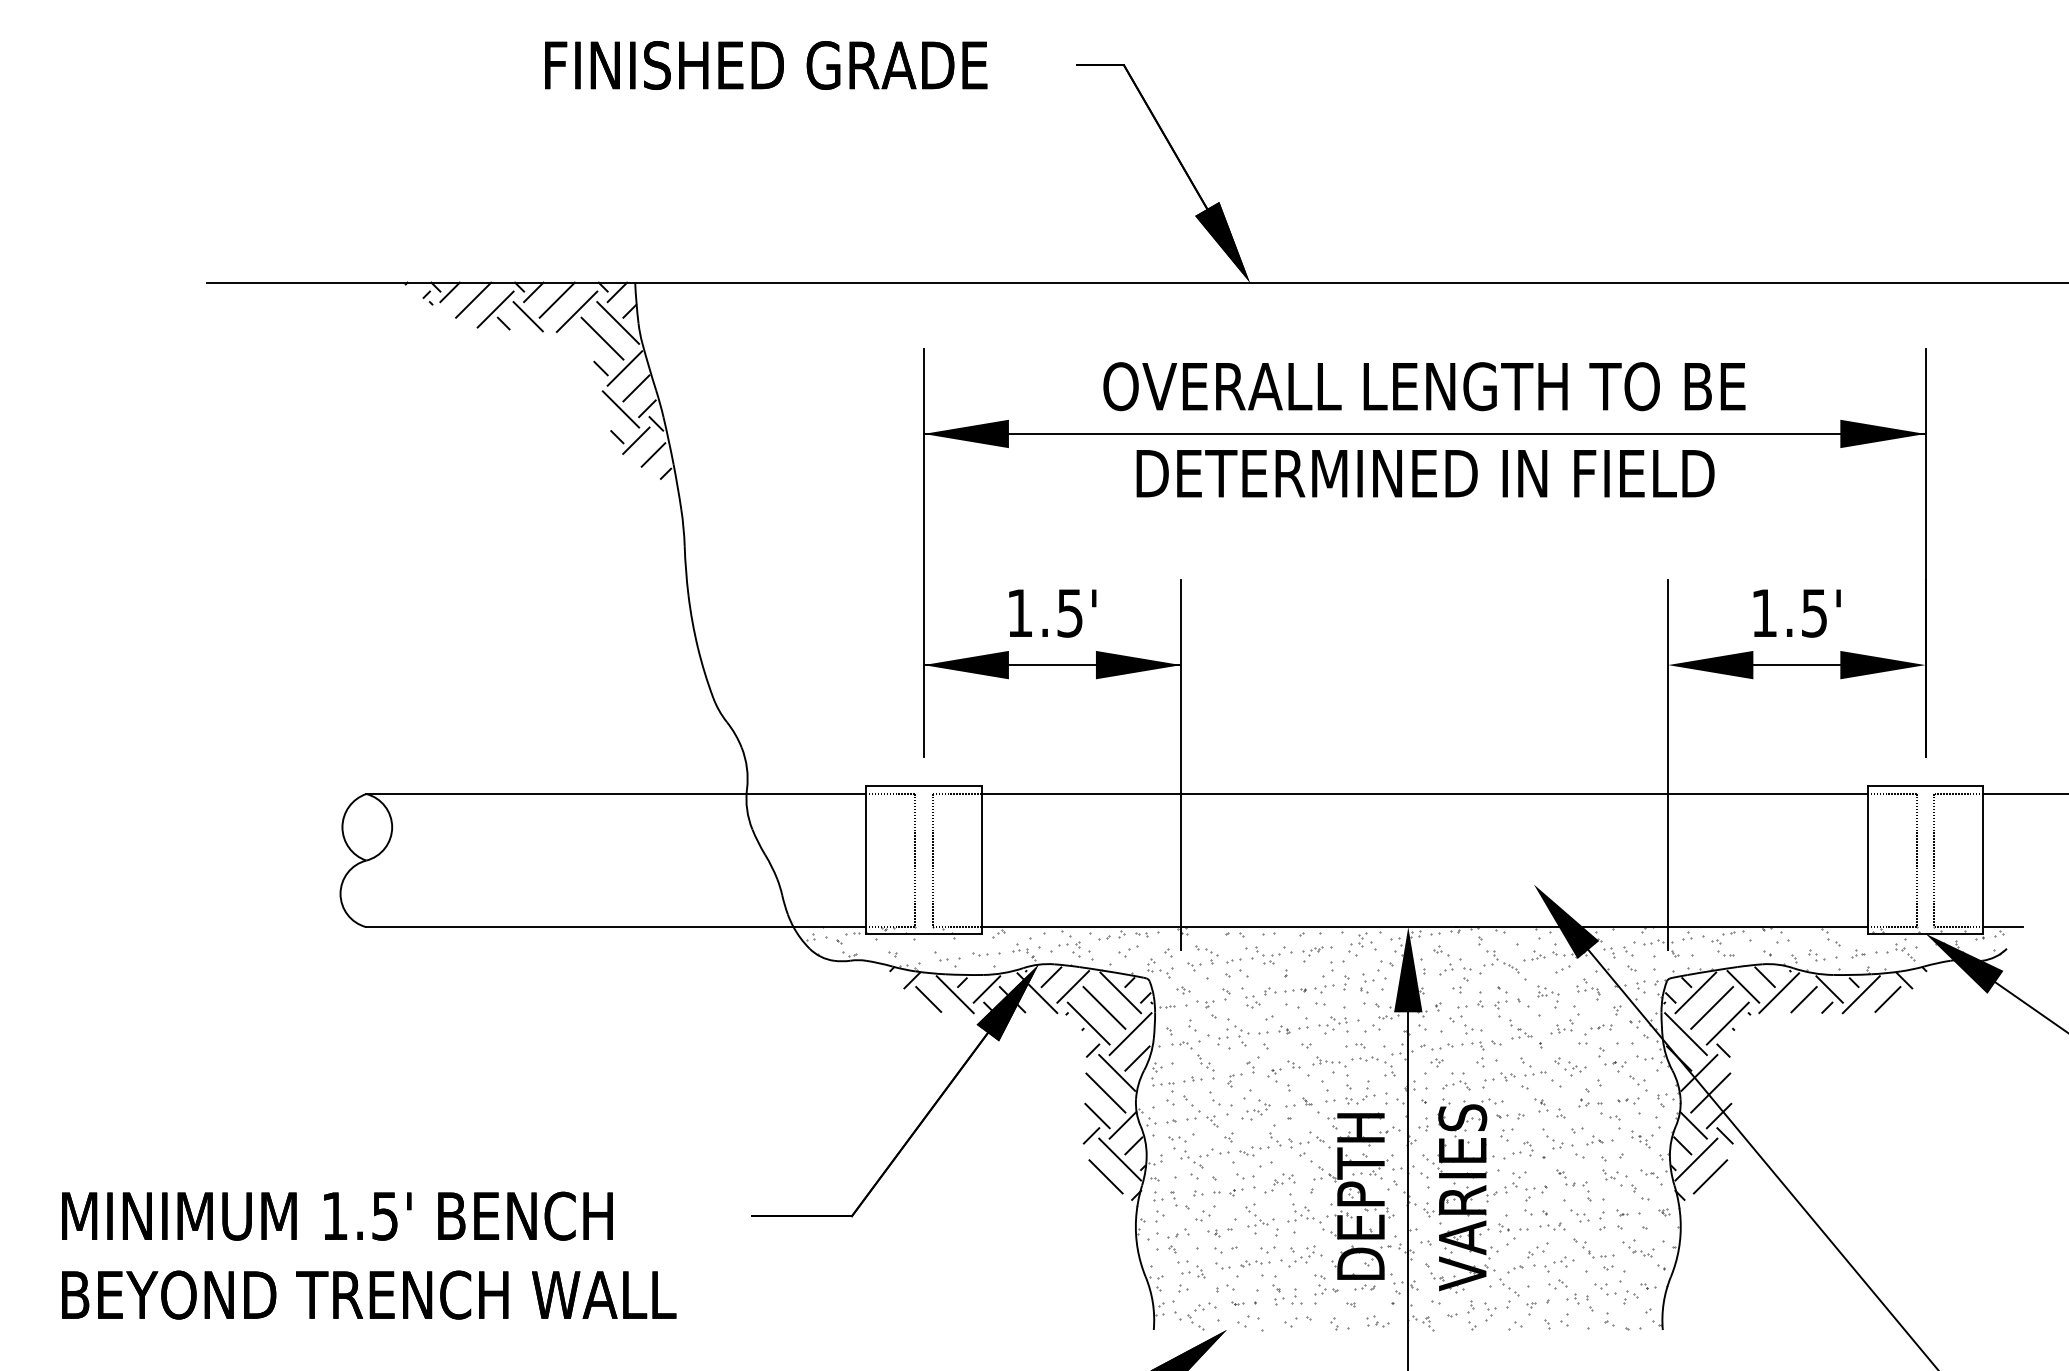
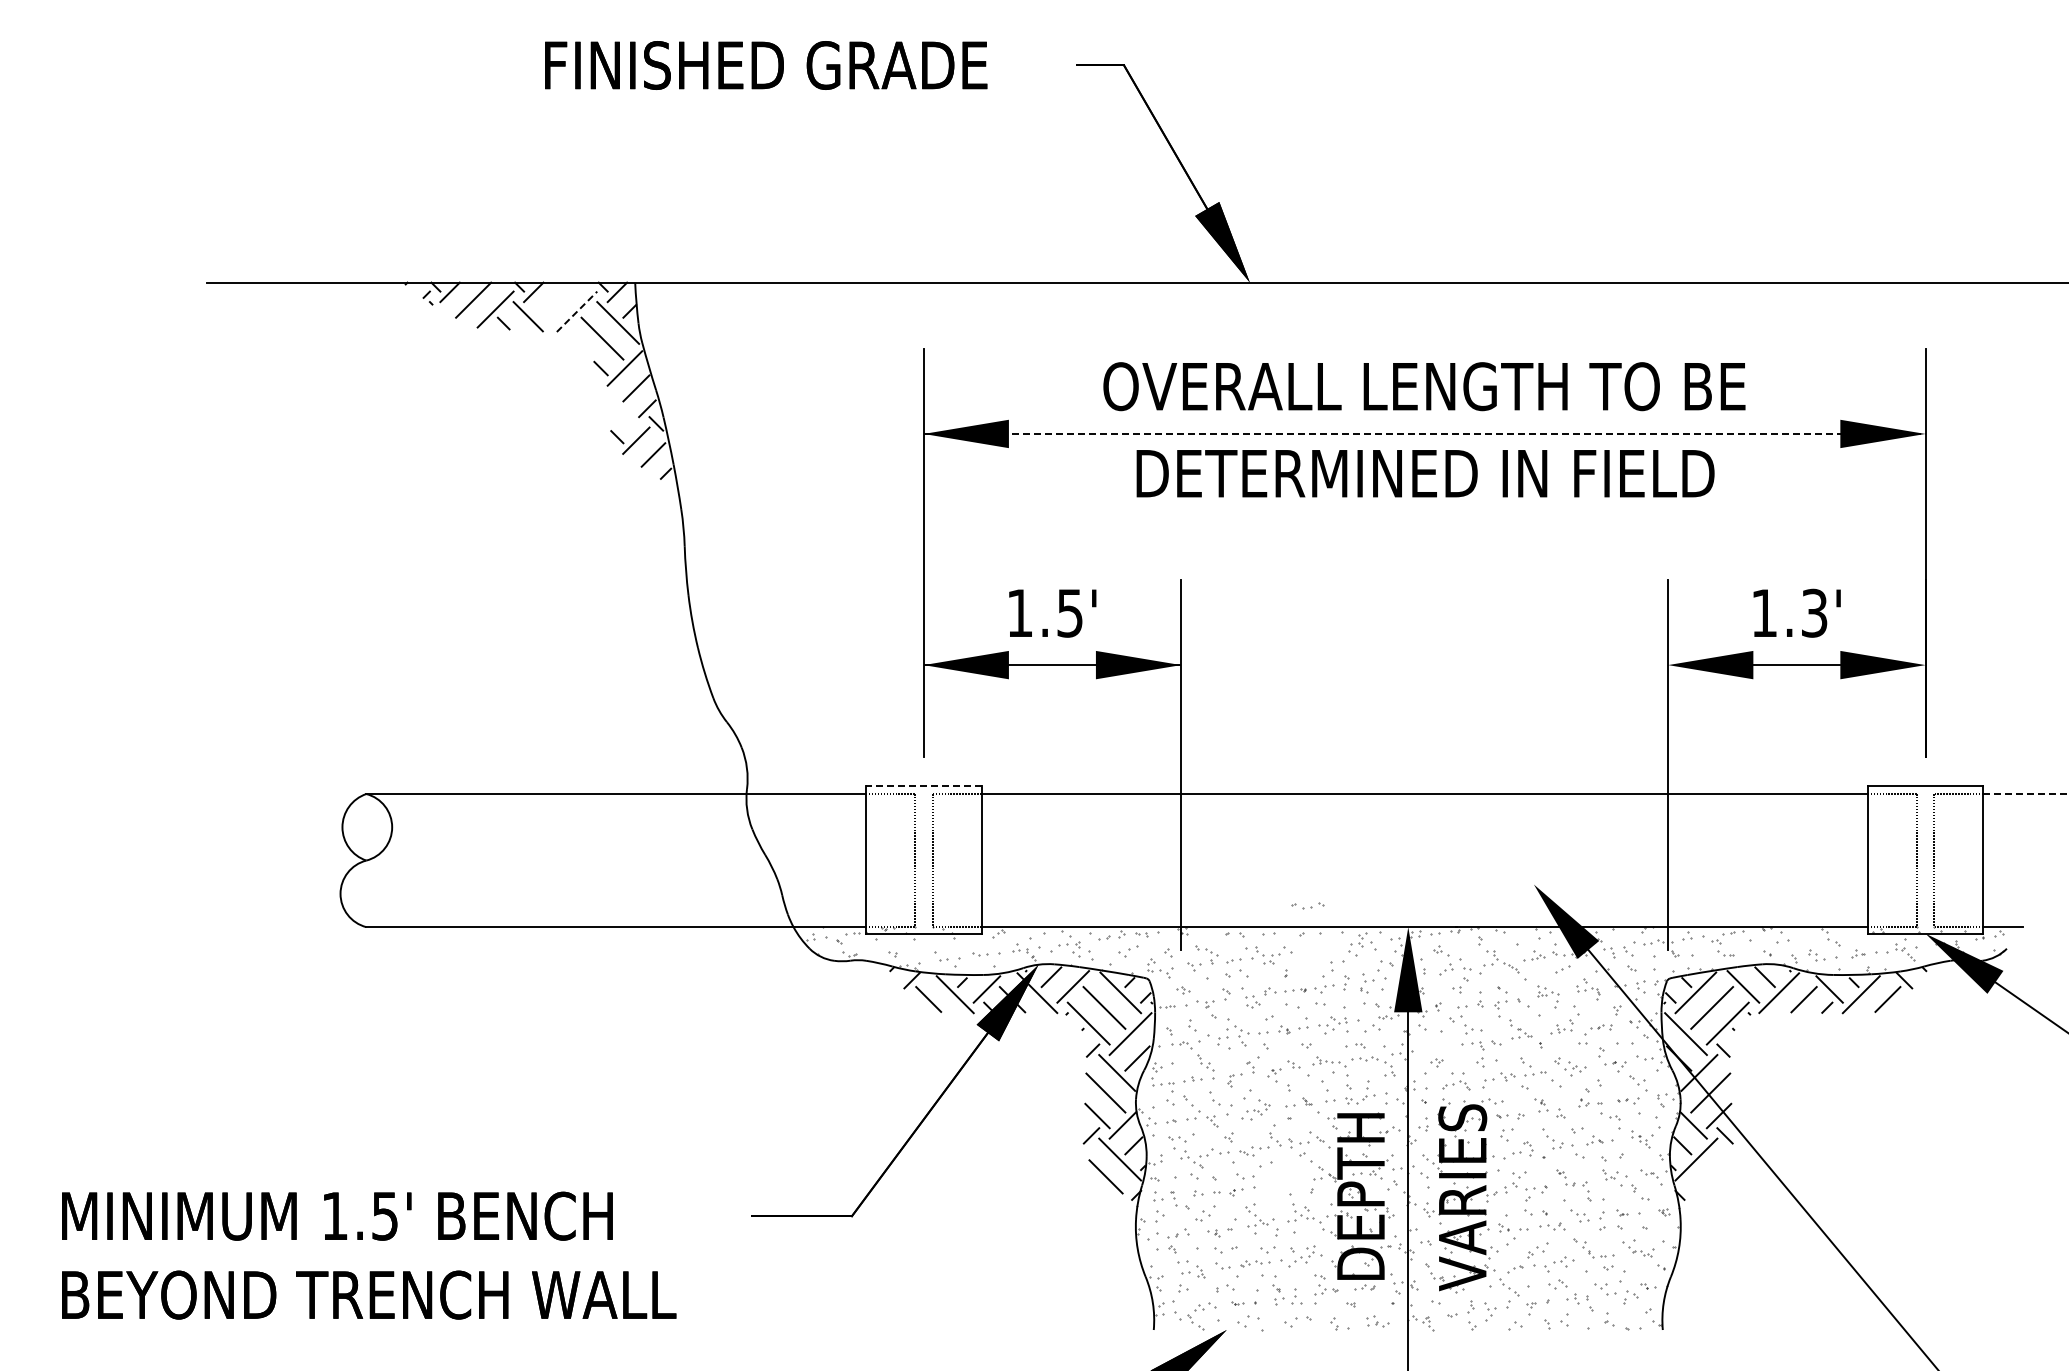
line at (556, 299): present -> none
line at (577, 311): solid -> dashed
line at (620, 409): present -> none
line at (1424, 433): solid -> dashed
text at (1814, 612): 1.5' -> 1.3'
line at (923, 786): solid -> dashed
line at (2026, 794): solid -> dashed
part at (1317, 954): present -> none
part at (1436, 1046) position: (1436, 1046) -> (1307, 905)
line at (1710, 1176): present -> none
part at (1279, 1183): present -> none
